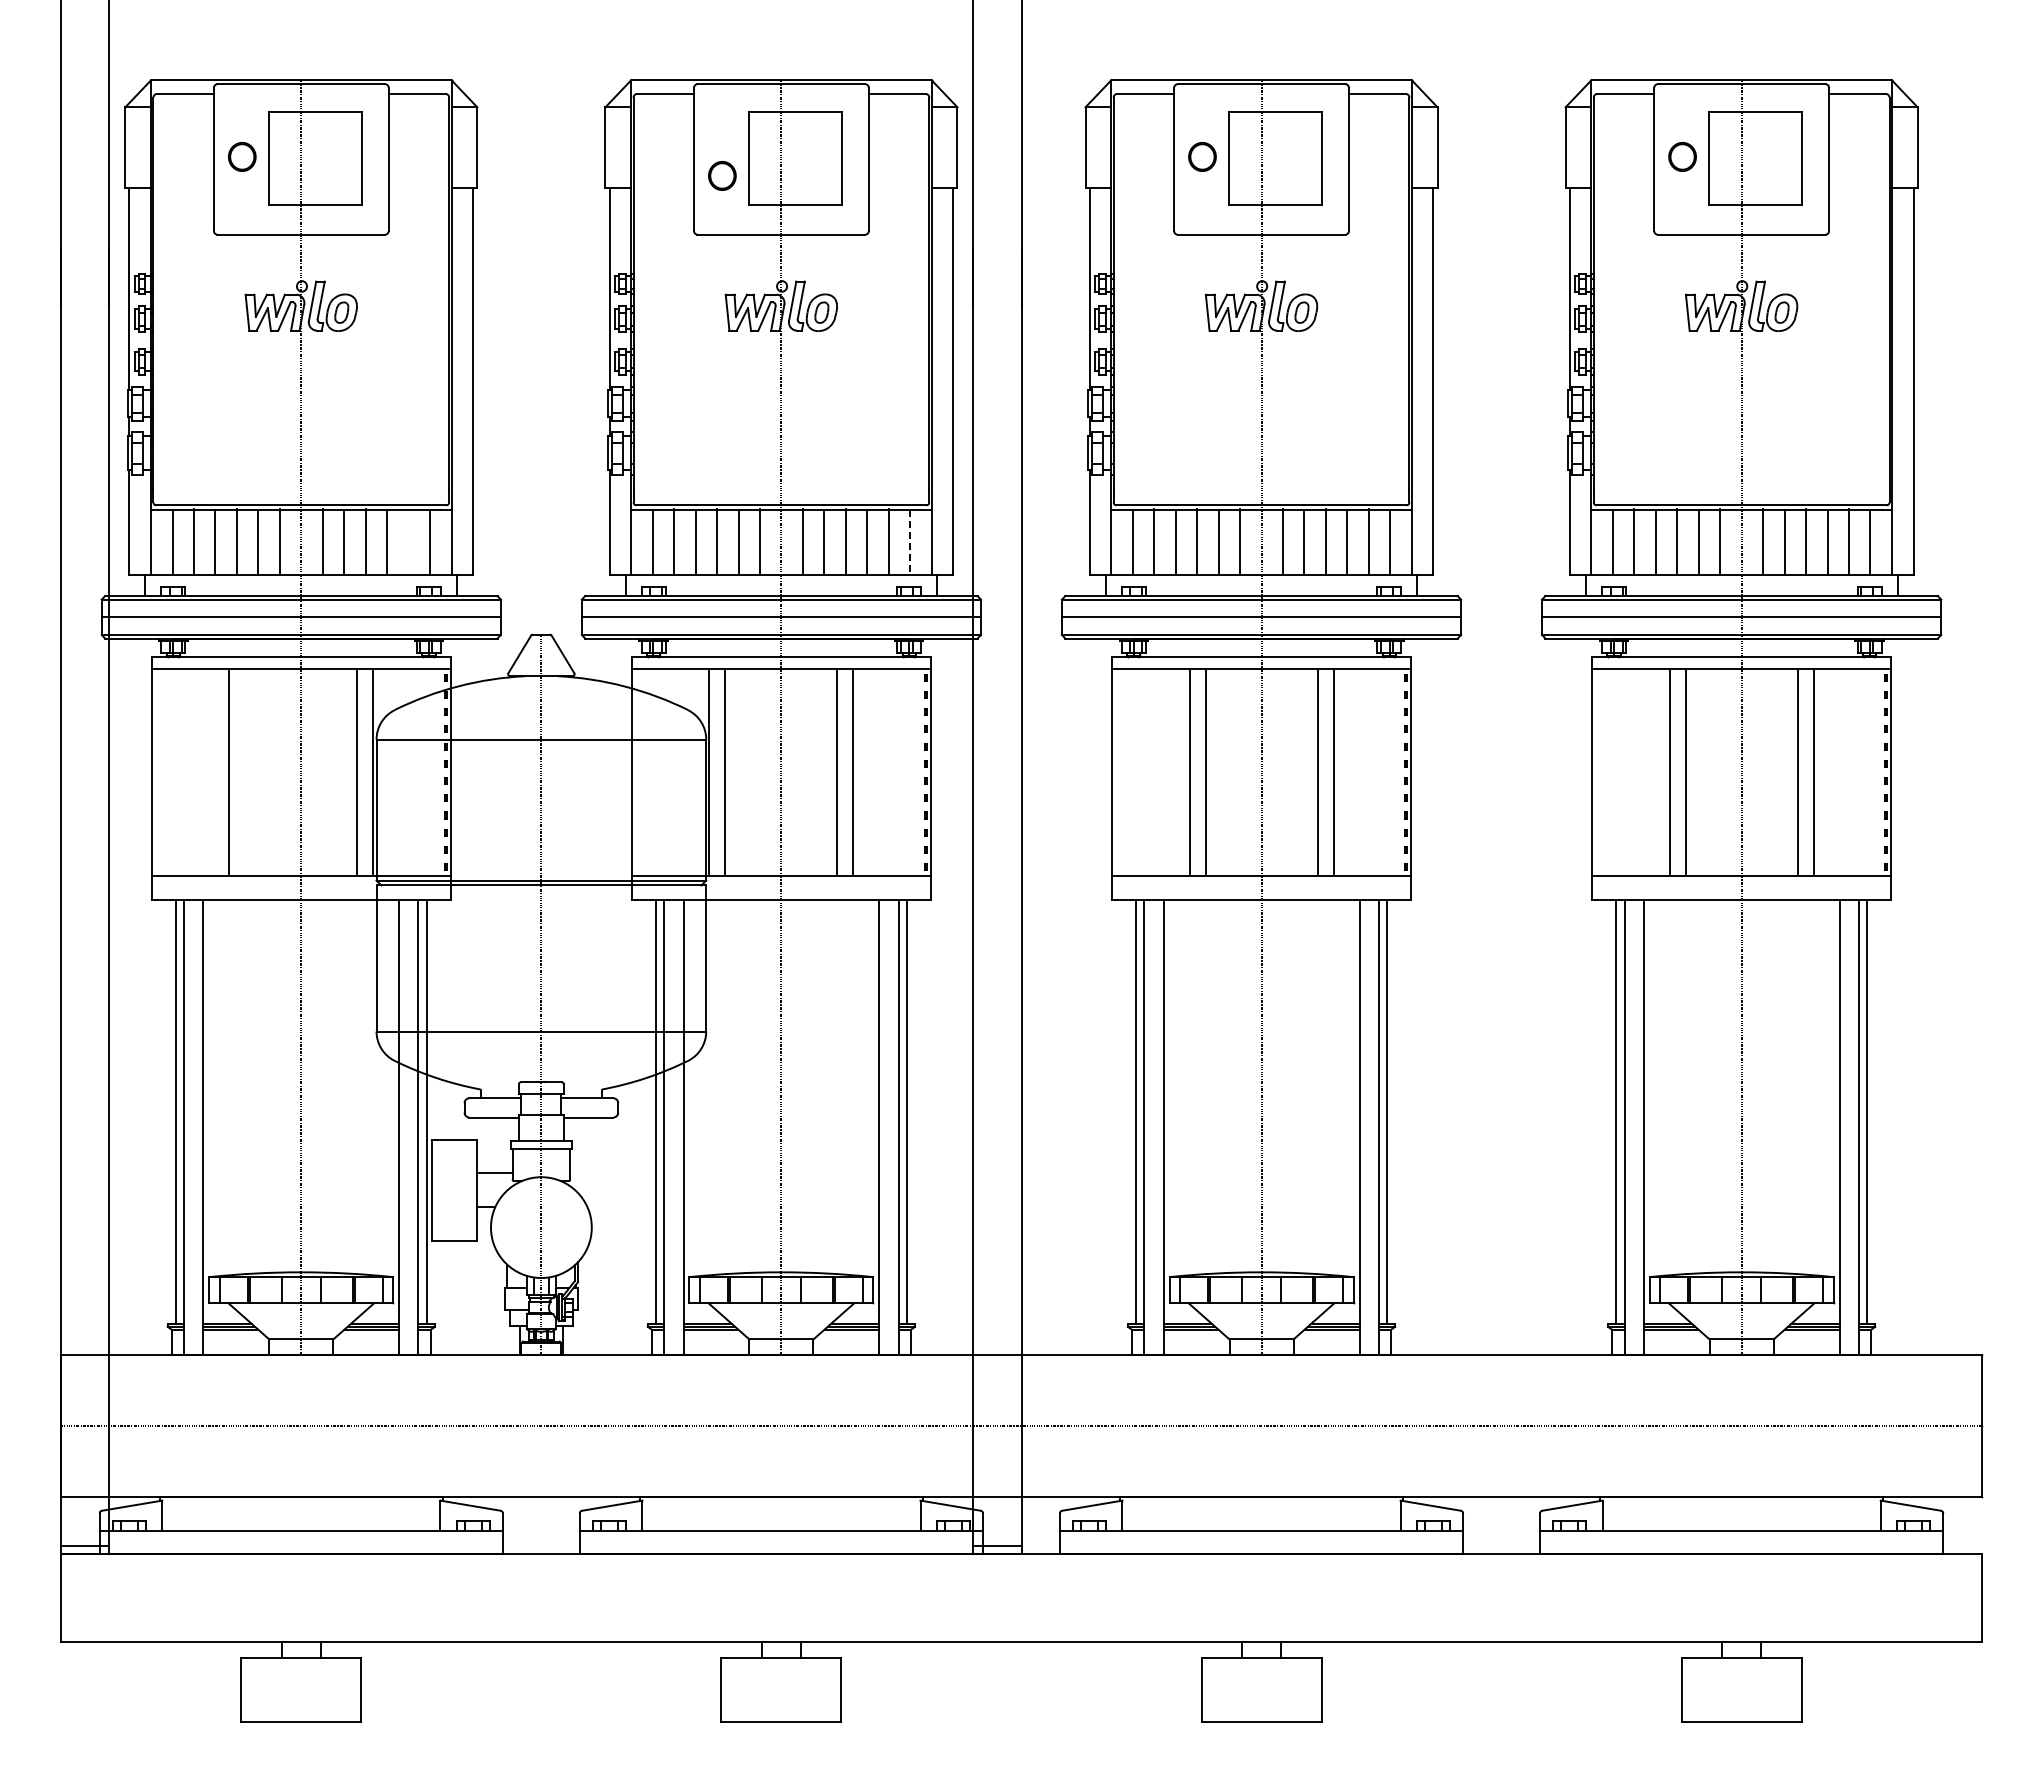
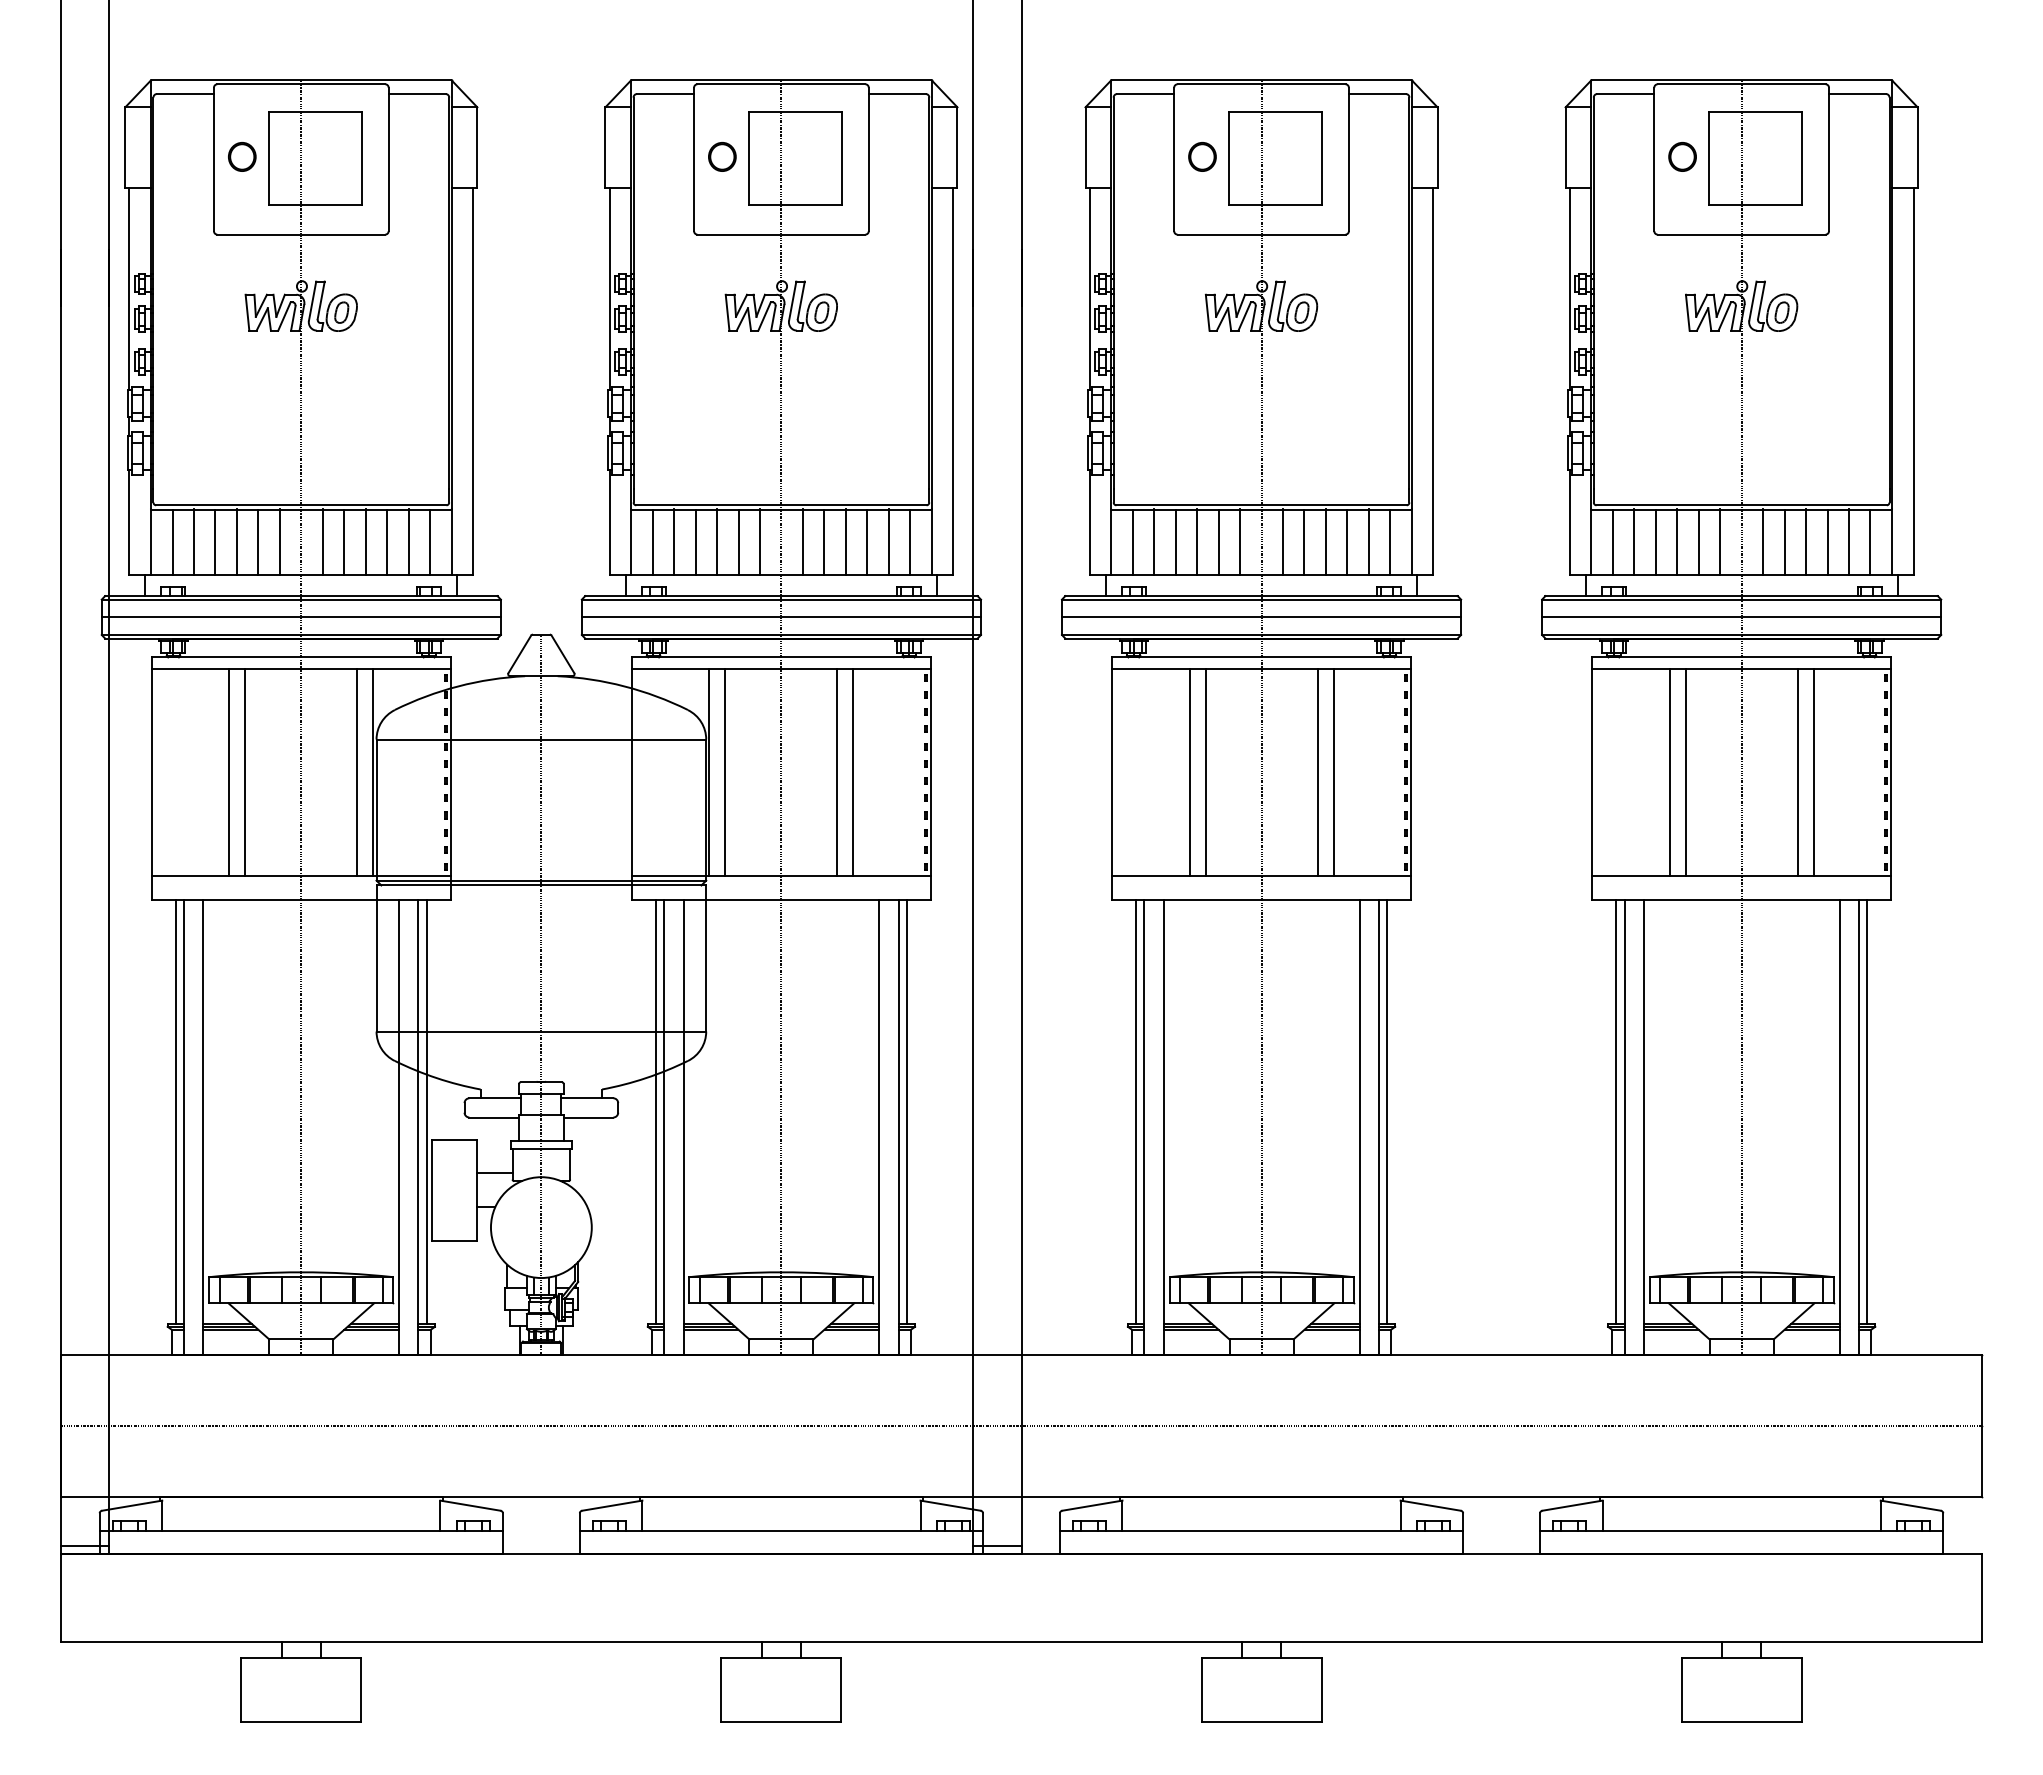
part at (722, 175) position: (722, 175) -> (722, 156)
line at (408, 541): none -> present
line at (910, 542): dashed -> solid
line at (245, 771): none -> present
